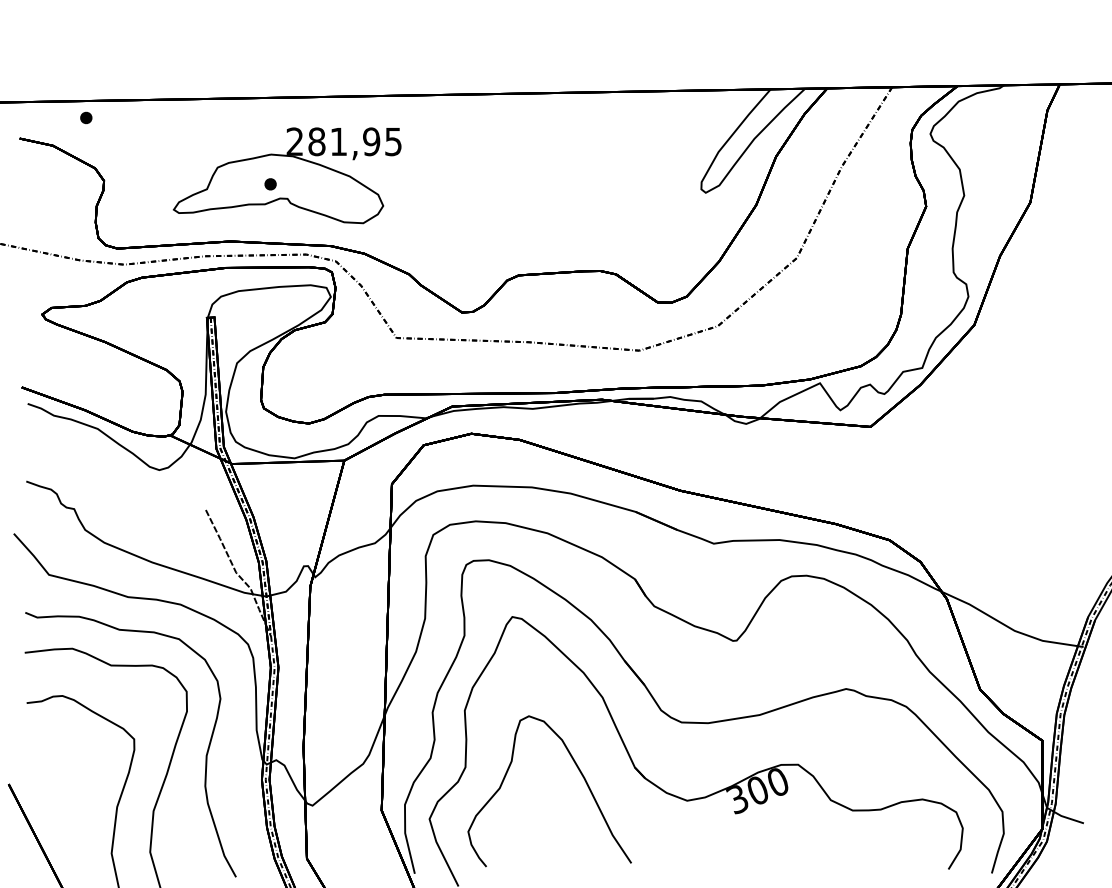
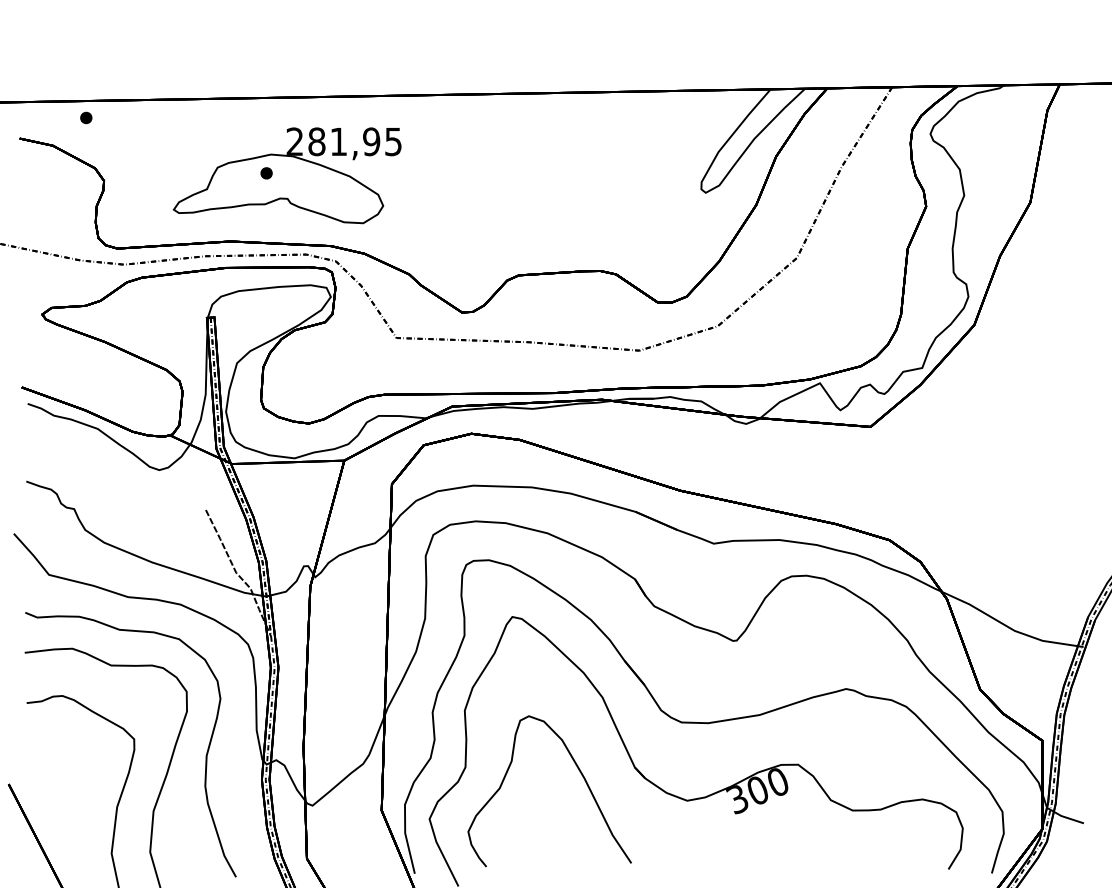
part at (270, 184) position: (270, 184) -> (266, 173)
